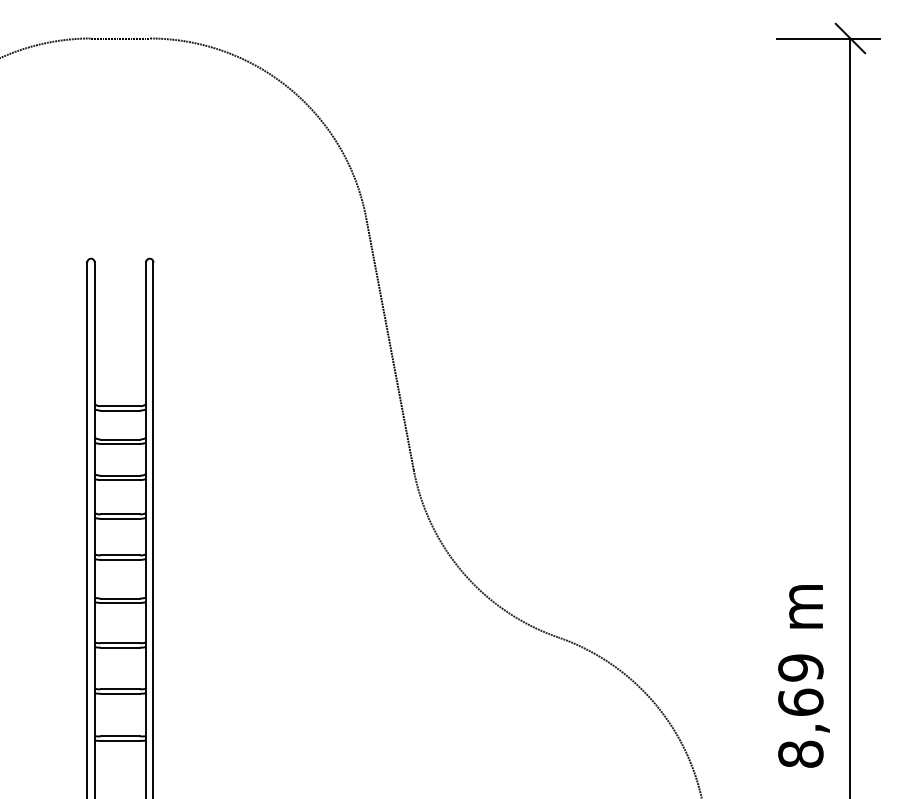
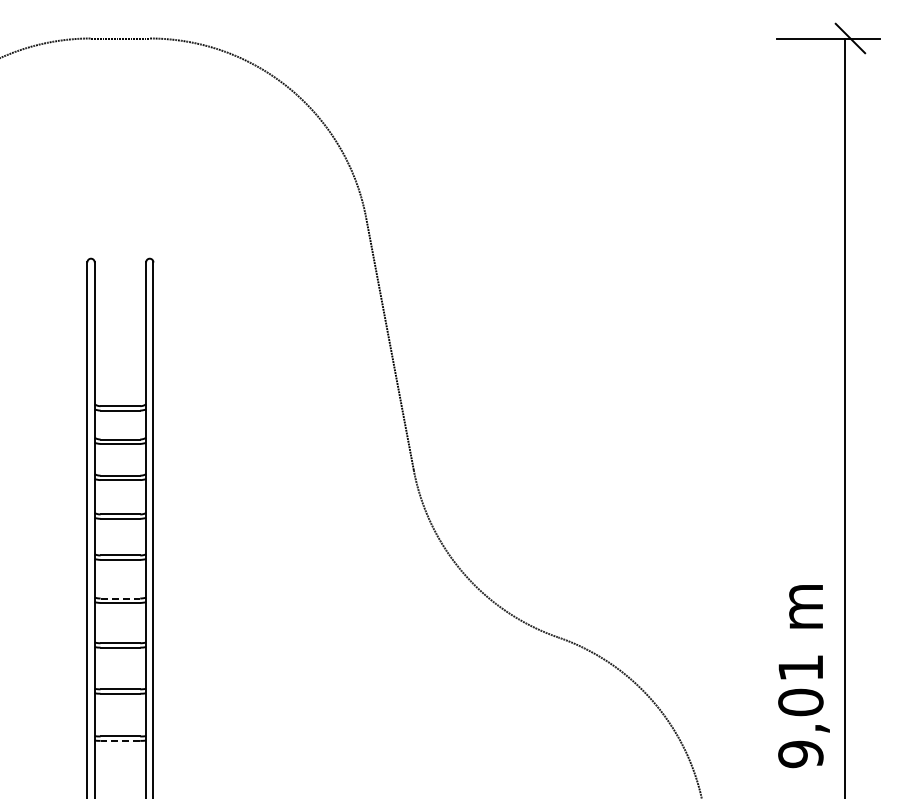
line at (850, 416) position: (850, 416) -> (845, 416)
line at (120, 598): solid -> dashed
text at (800, 711): 8,69 -> 9,01
line at (120, 740): solid -> dashed
